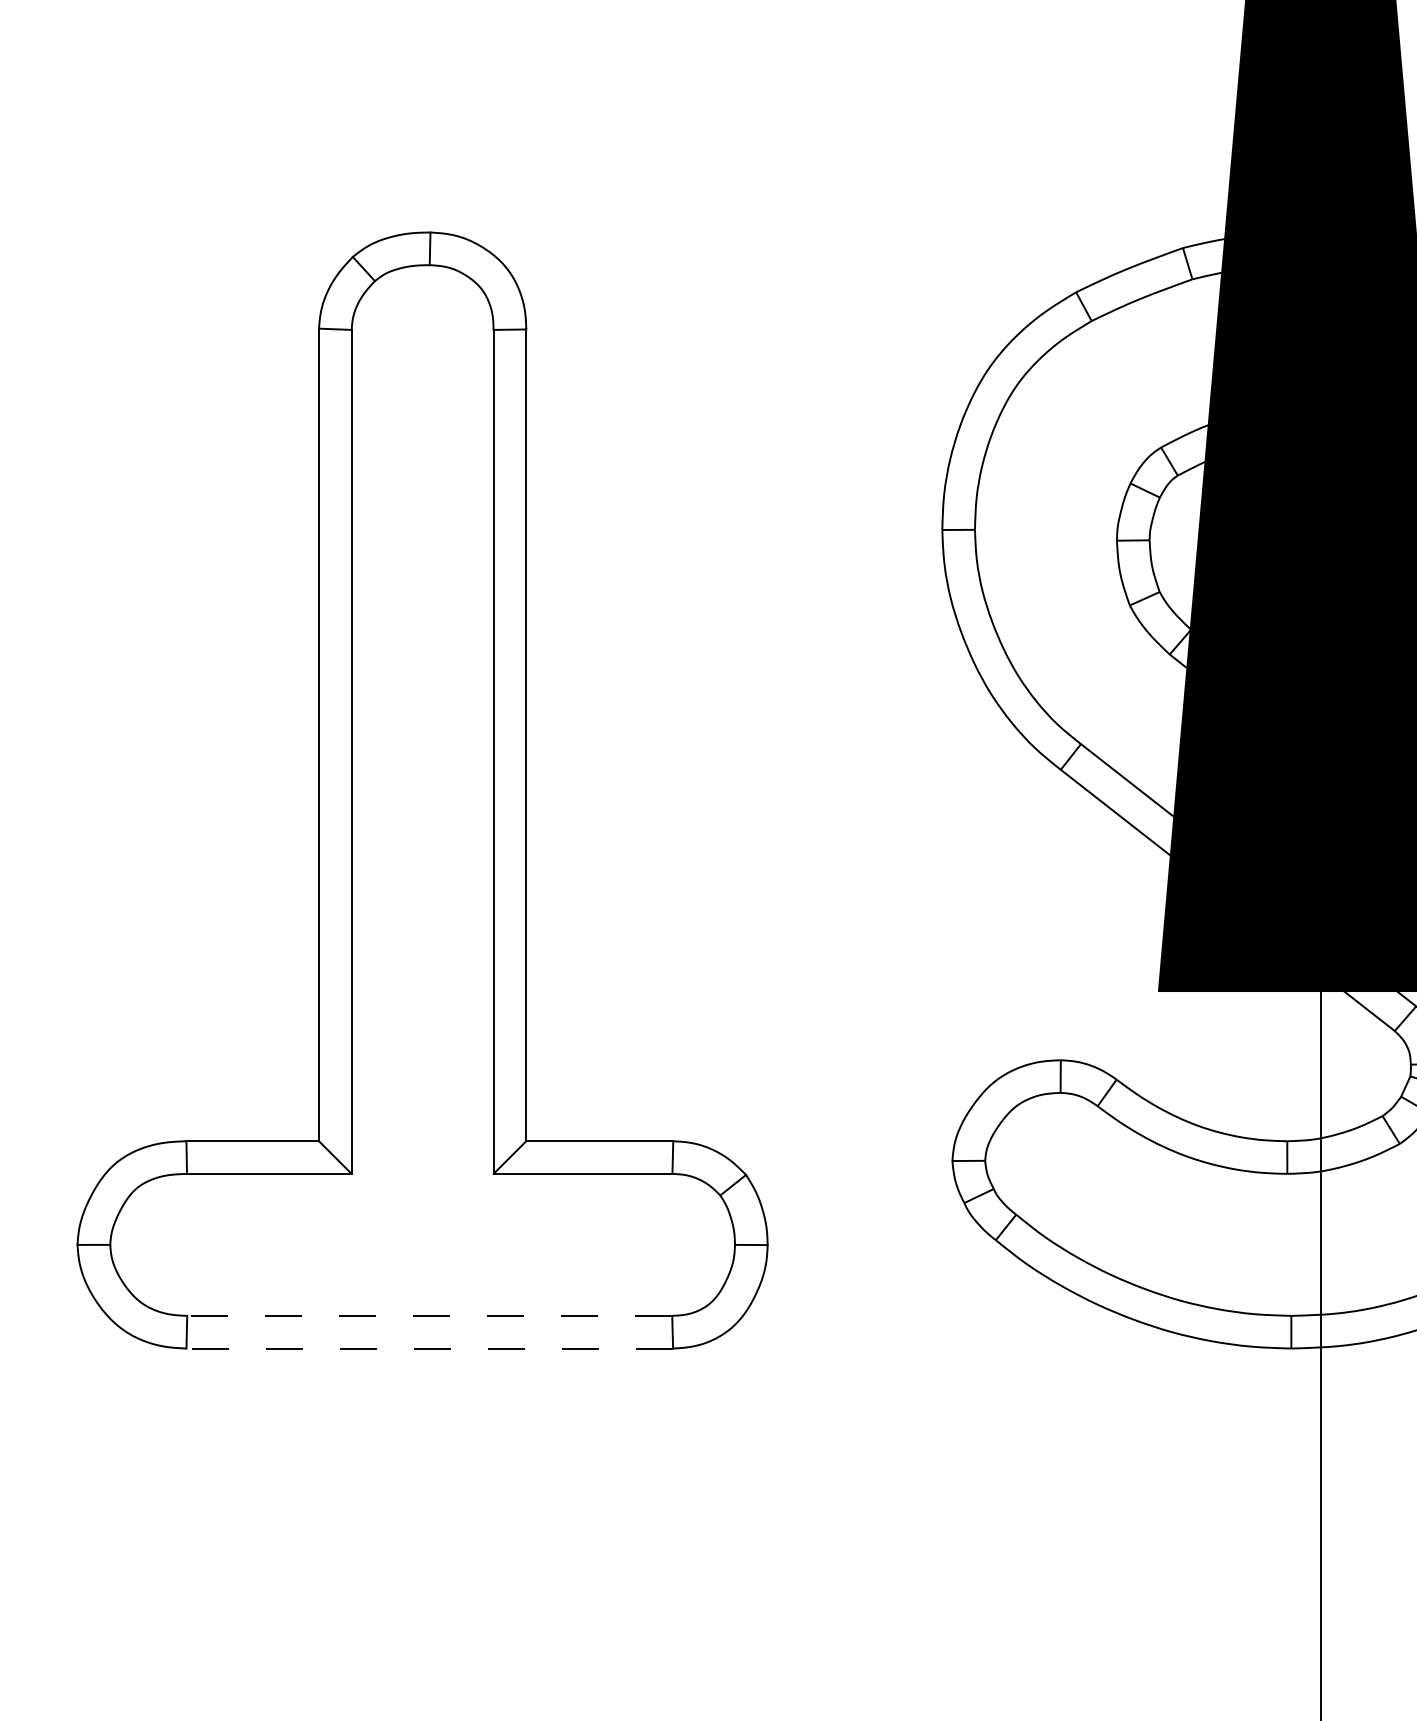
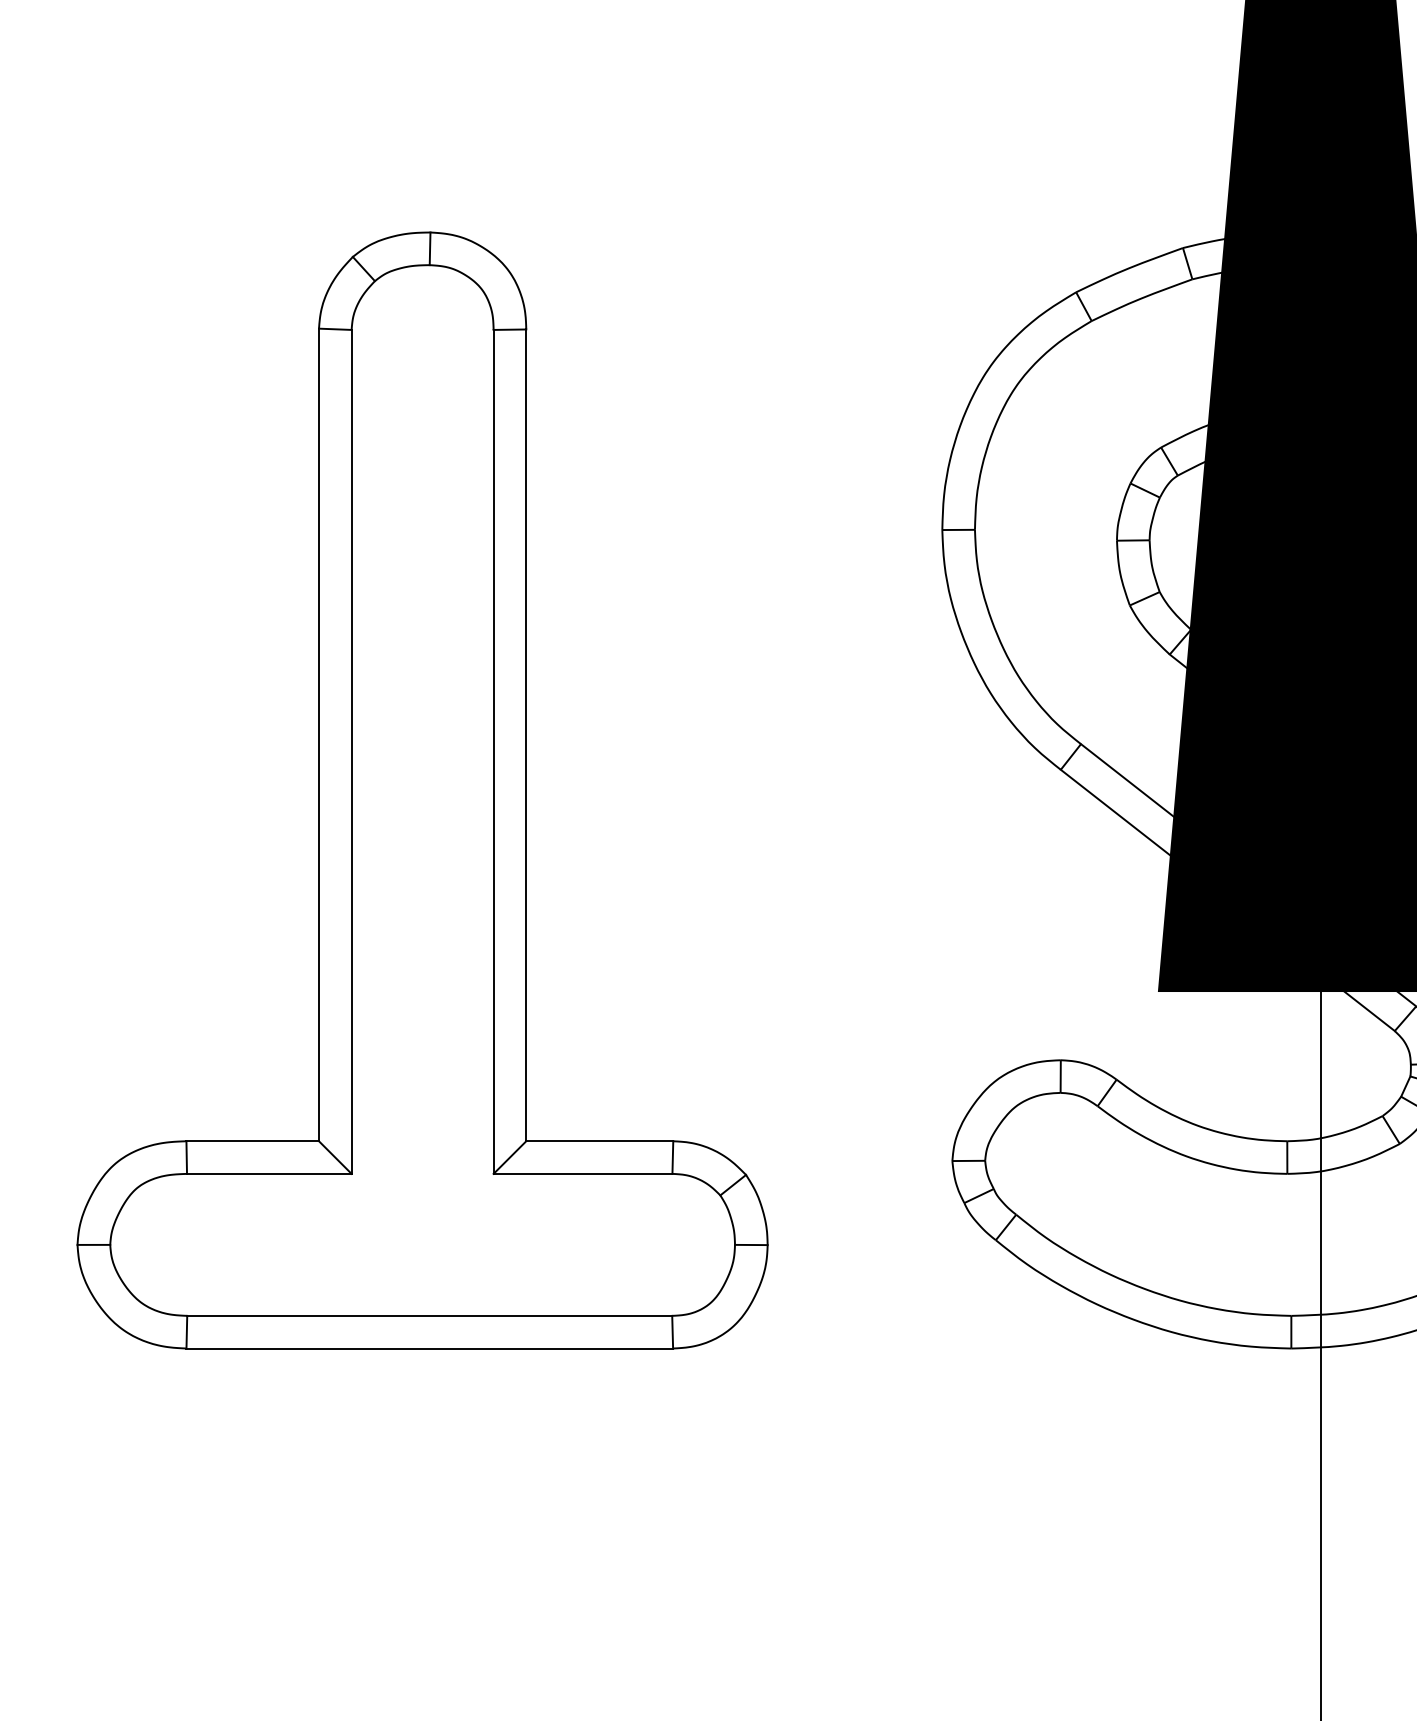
line at (429, 1315): dashed -> solid
line at (429, 1348): dashed -> solid
